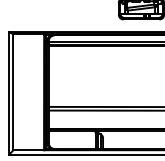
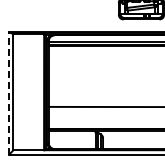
line at (8, 92): solid -> dashed
line at (104, 110): present -> none
